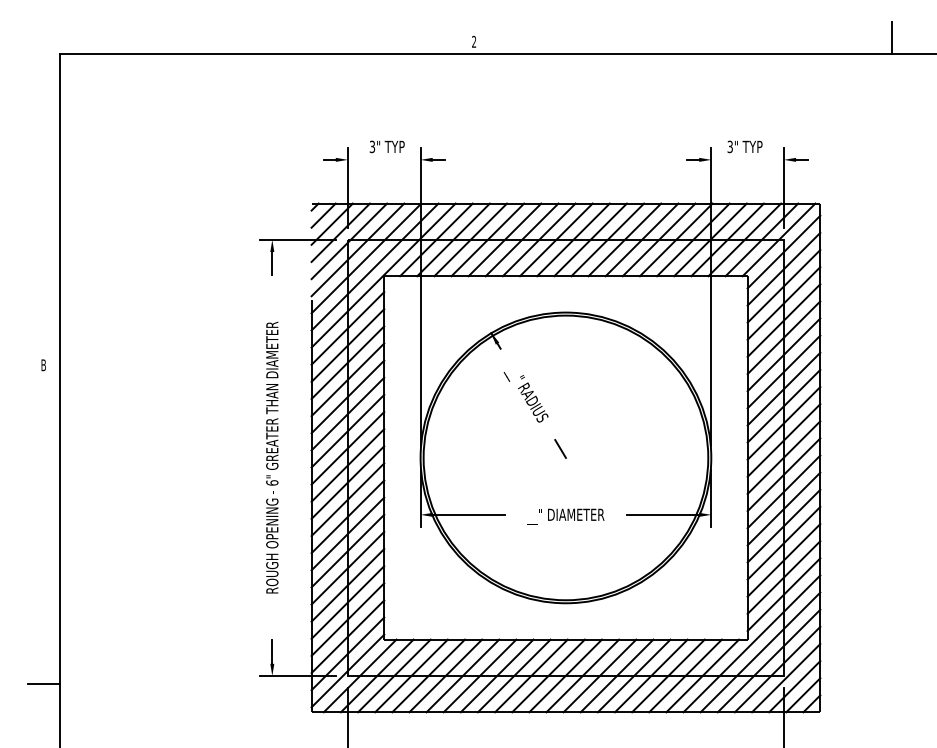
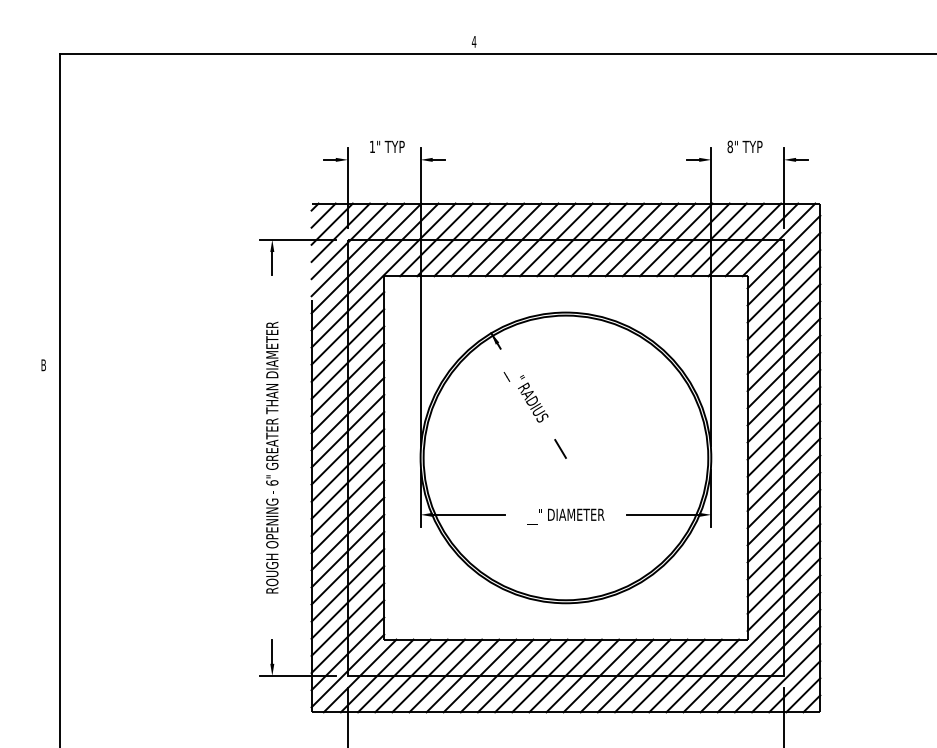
line at (891, 38): present -> none
text at (473, 41): 2 -> 4
text at (372, 146): 3" -> 1"
text at (729, 146): 3" -> 8"
line at (43, 684): present -> none
